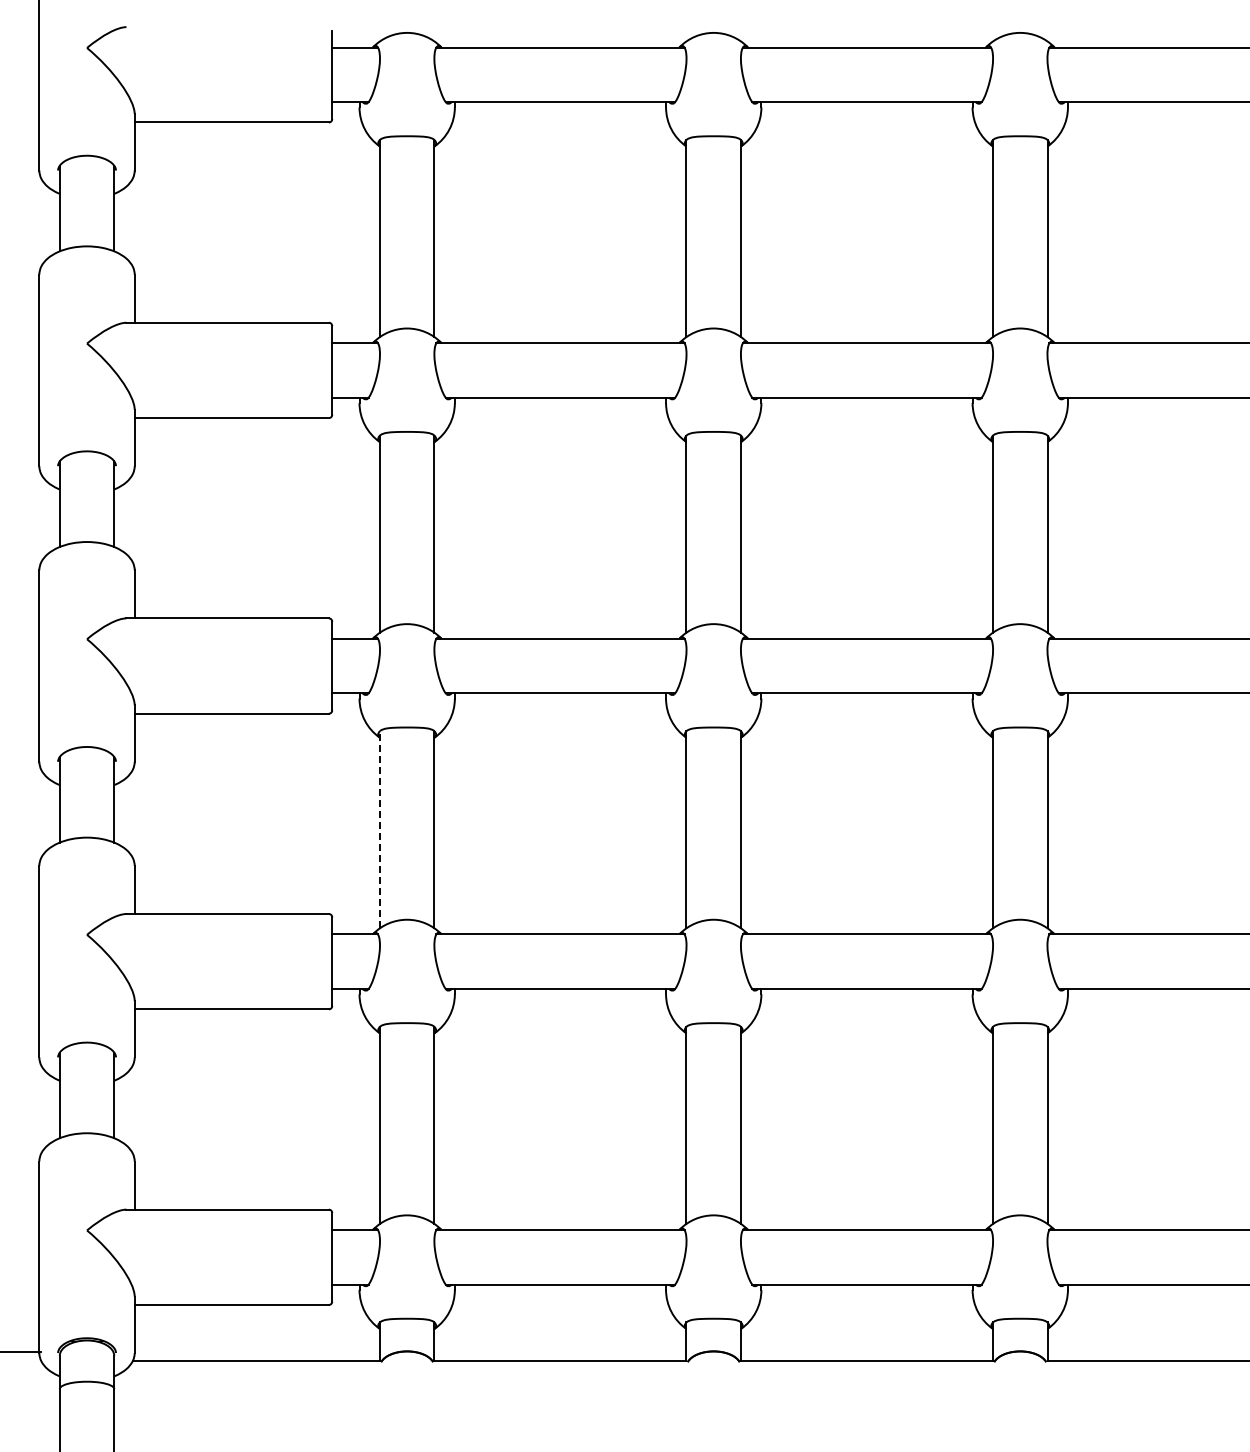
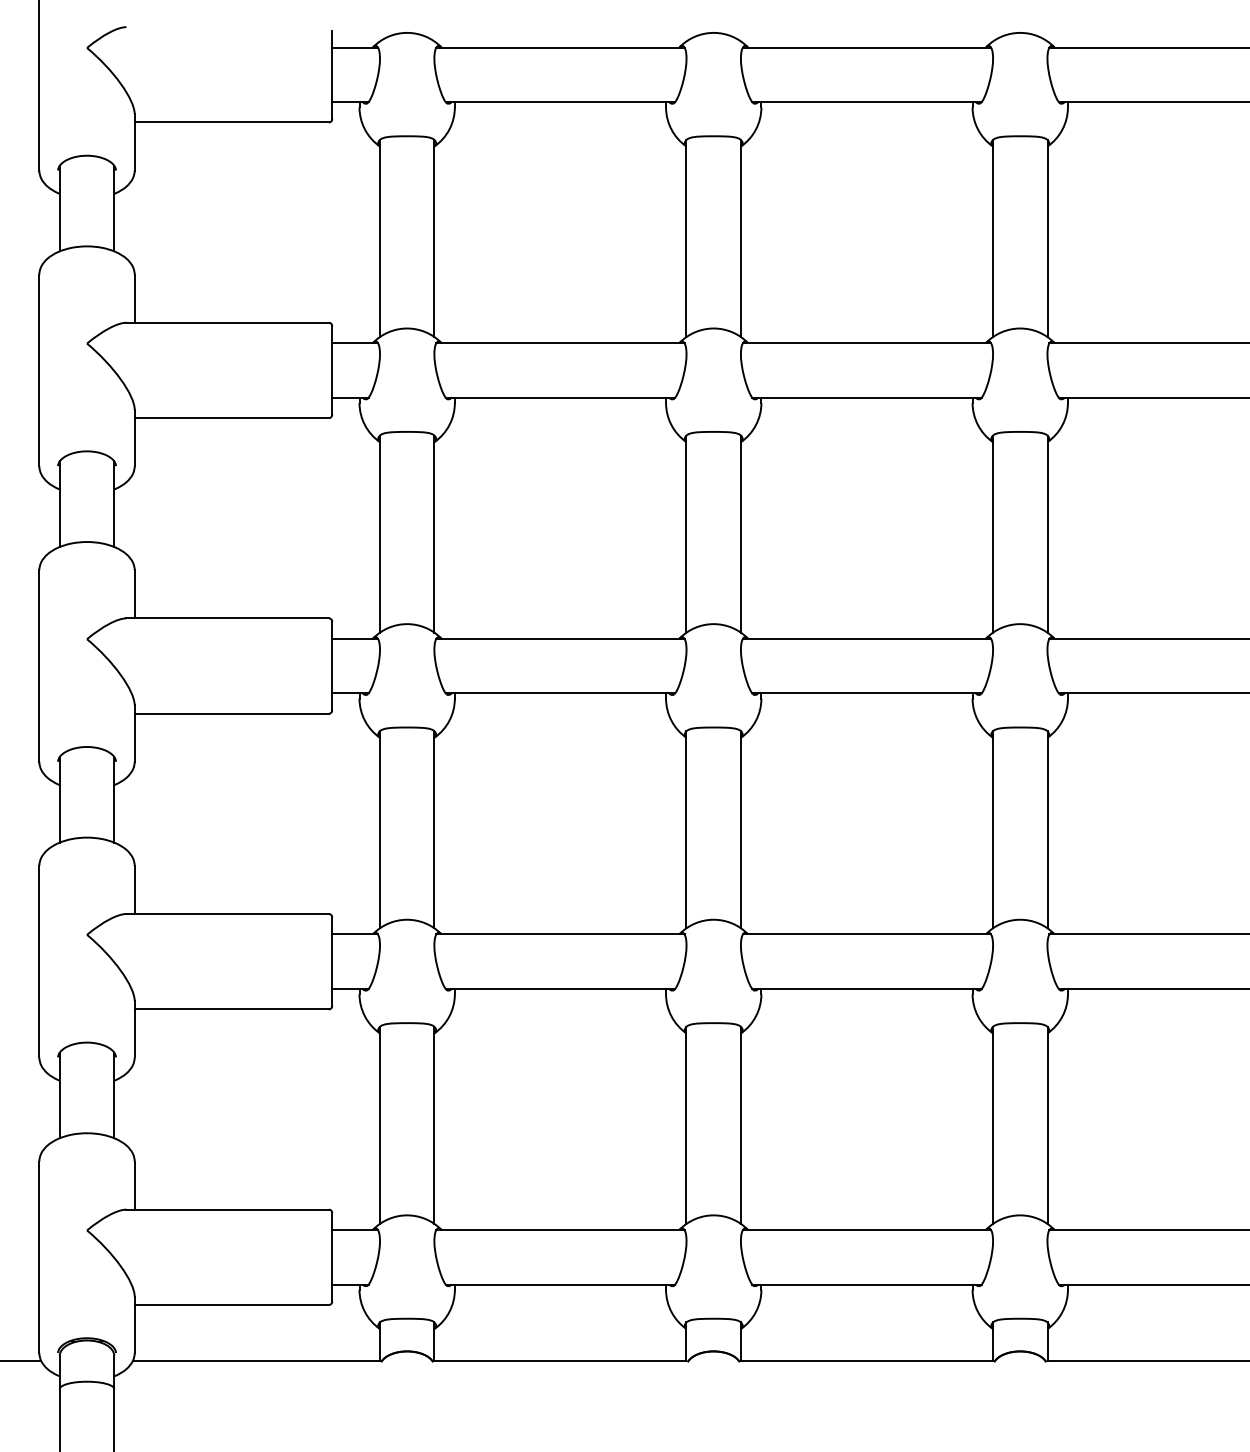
line at (379, 829): dashed -> solid
line at (21, 1351) position: (21, 1351) -> (21, 1360)
